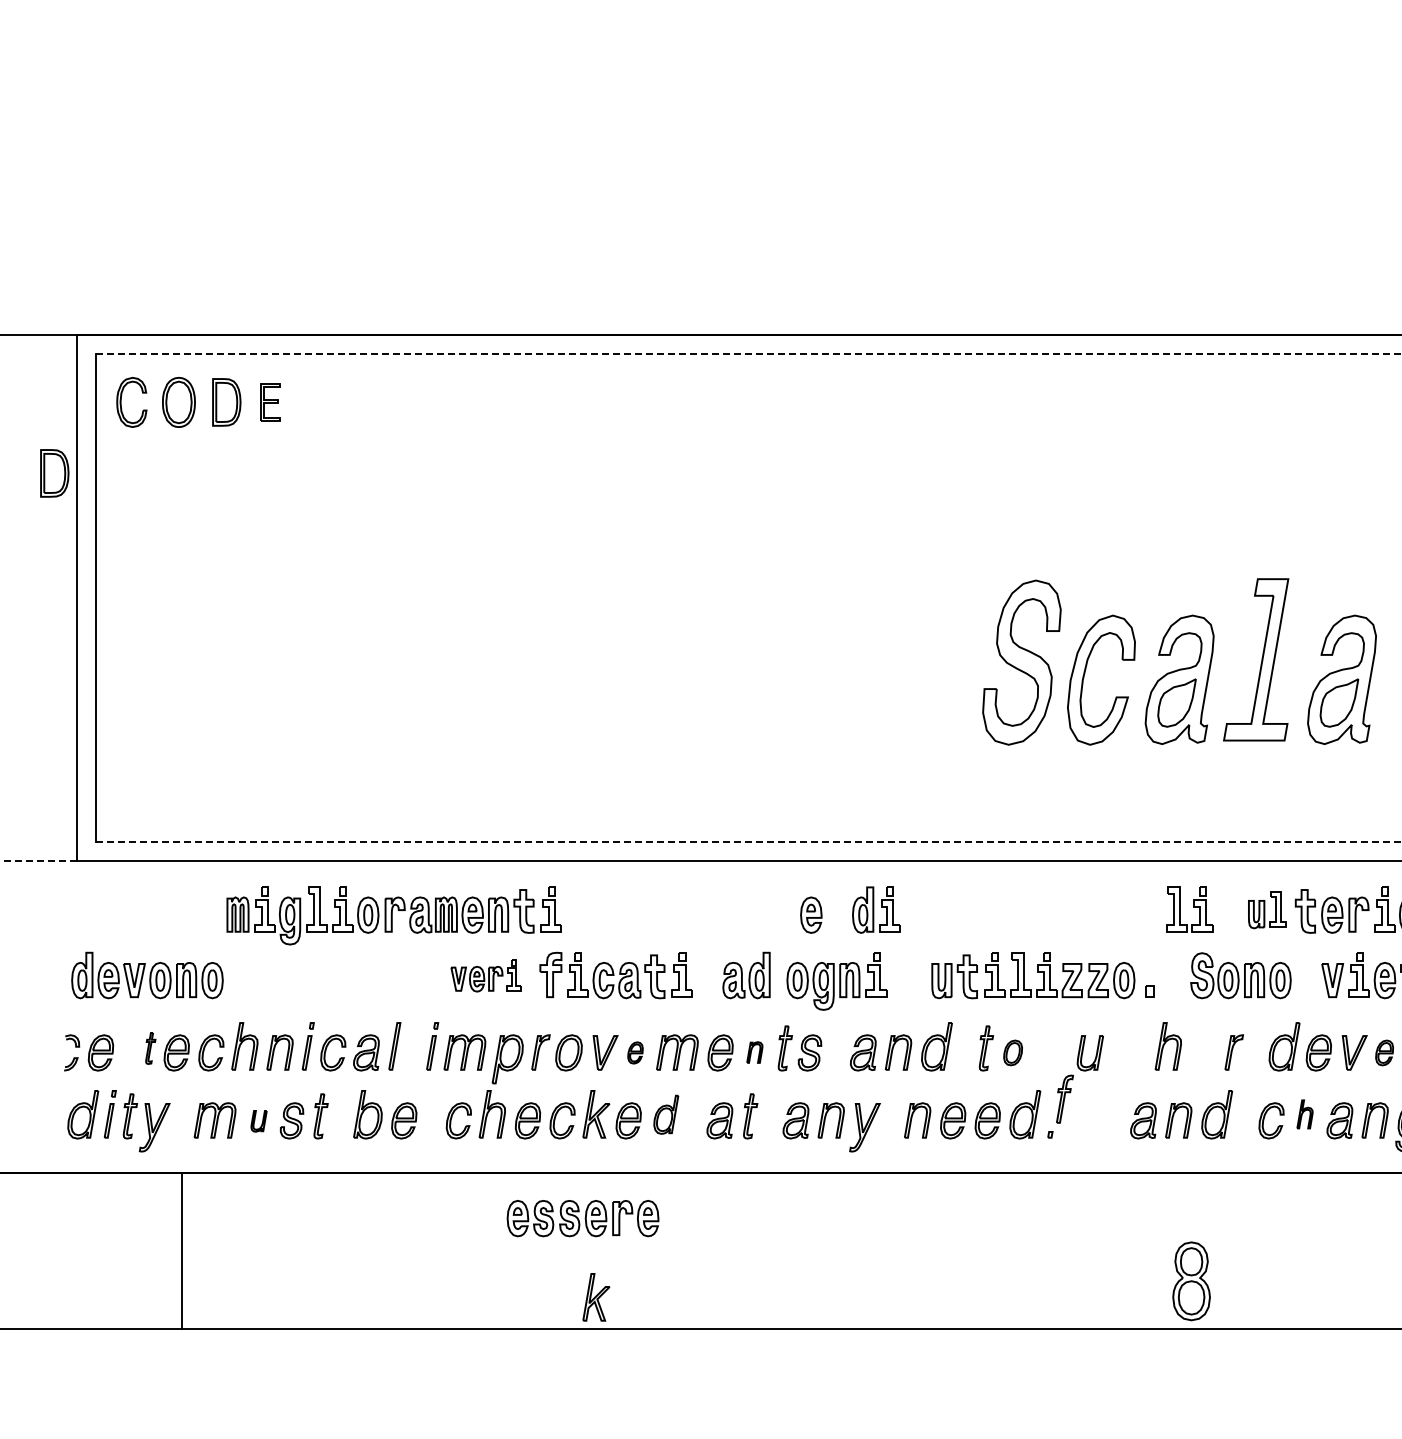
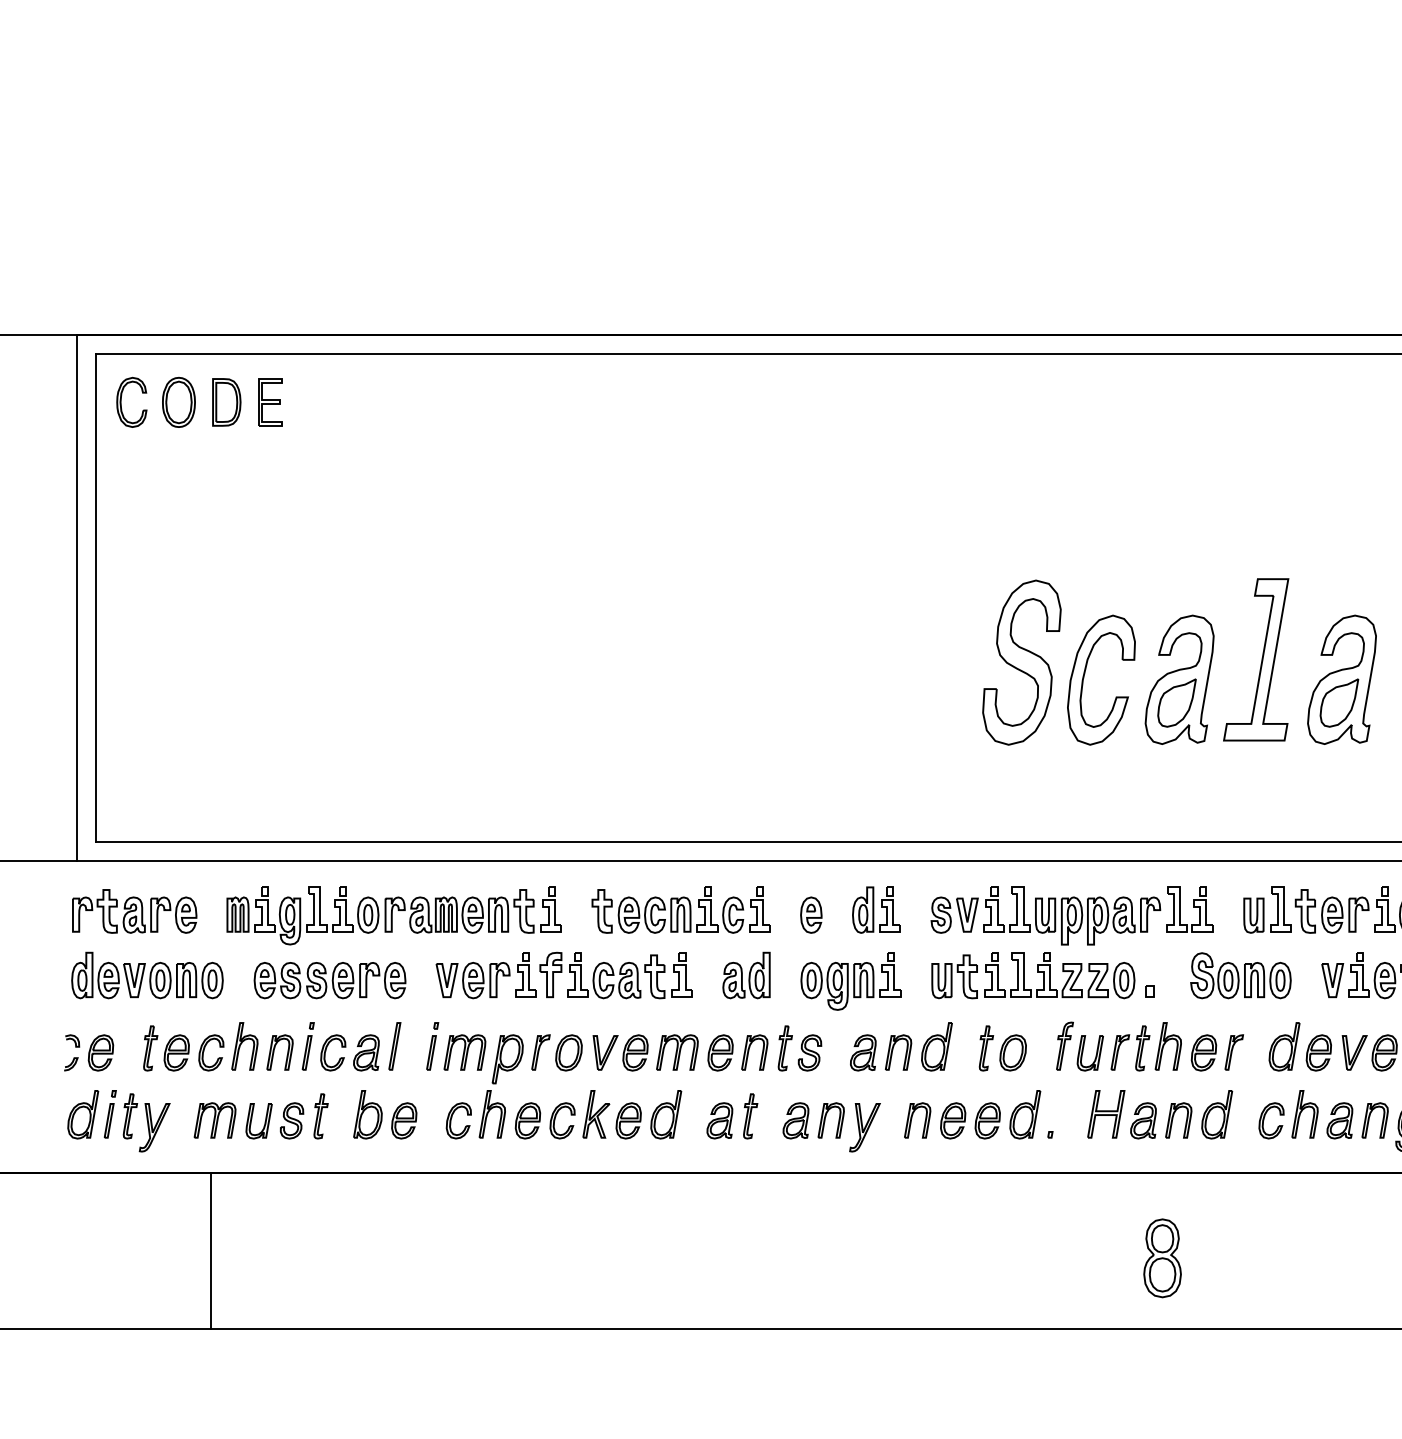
line at (748, 354): dashed -> solid
part at (270, 402) size: 21x39 px -> 25x49 px
part at (54, 473): present -> none
line at (748, 841): dashed -> solid
line at (38, 861): dashed -> solid
part at (680, 909): none -> present
part at (1267, 910) size: 39x39 px -> 49x48 px
part at (134, 911): none -> present
part at (1045, 915): none -> present
part at (485, 975) size: 72x34 px -> 102x48 px
part at (836, 981) position: (836, 981) -> (850, 981)
part at (150, 1048) size: 12x33 px -> 16x47 px
part at (1137, 1050): none -> present
part at (635, 1052) size: 17x24 px -> 27x38 px
part at (754, 1052) size: 18x23 px -> 28x37 px
part at (1012, 1052) size: 20x28 px -> 28x38 px
part at (1203, 1052): none -> present
part at (1384, 1052) size: 20x28 px -> 27x38 px
part at (1064, 1098) position: (1064, 1098) -> (1064, 1045)
part at (666, 1114) size: 27x41 px -> 33x50 px
part at (1106, 1114): none -> present
part at (1304, 1114) size: 18x31 px -> 28x49 px
part at (258, 1121) size: 18x23 px -> 28x37 px
part at (582, 1218) position: (582, 1218) -> (329, 980)
line at (181, 1251) position: (181, 1251) -> (210, 1251)
part at (1191, 1281) position: (1191, 1281) -> (1162, 1258)
part at (596, 1297): present -> none
